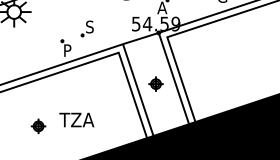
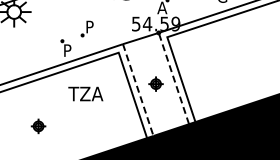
text at (89, 26): S -> P
line at (173, 78): solid -> dashed
line at (138, 90): solid -> dashed
text at (76, 119) position: (76, 119) -> (85, 93)
